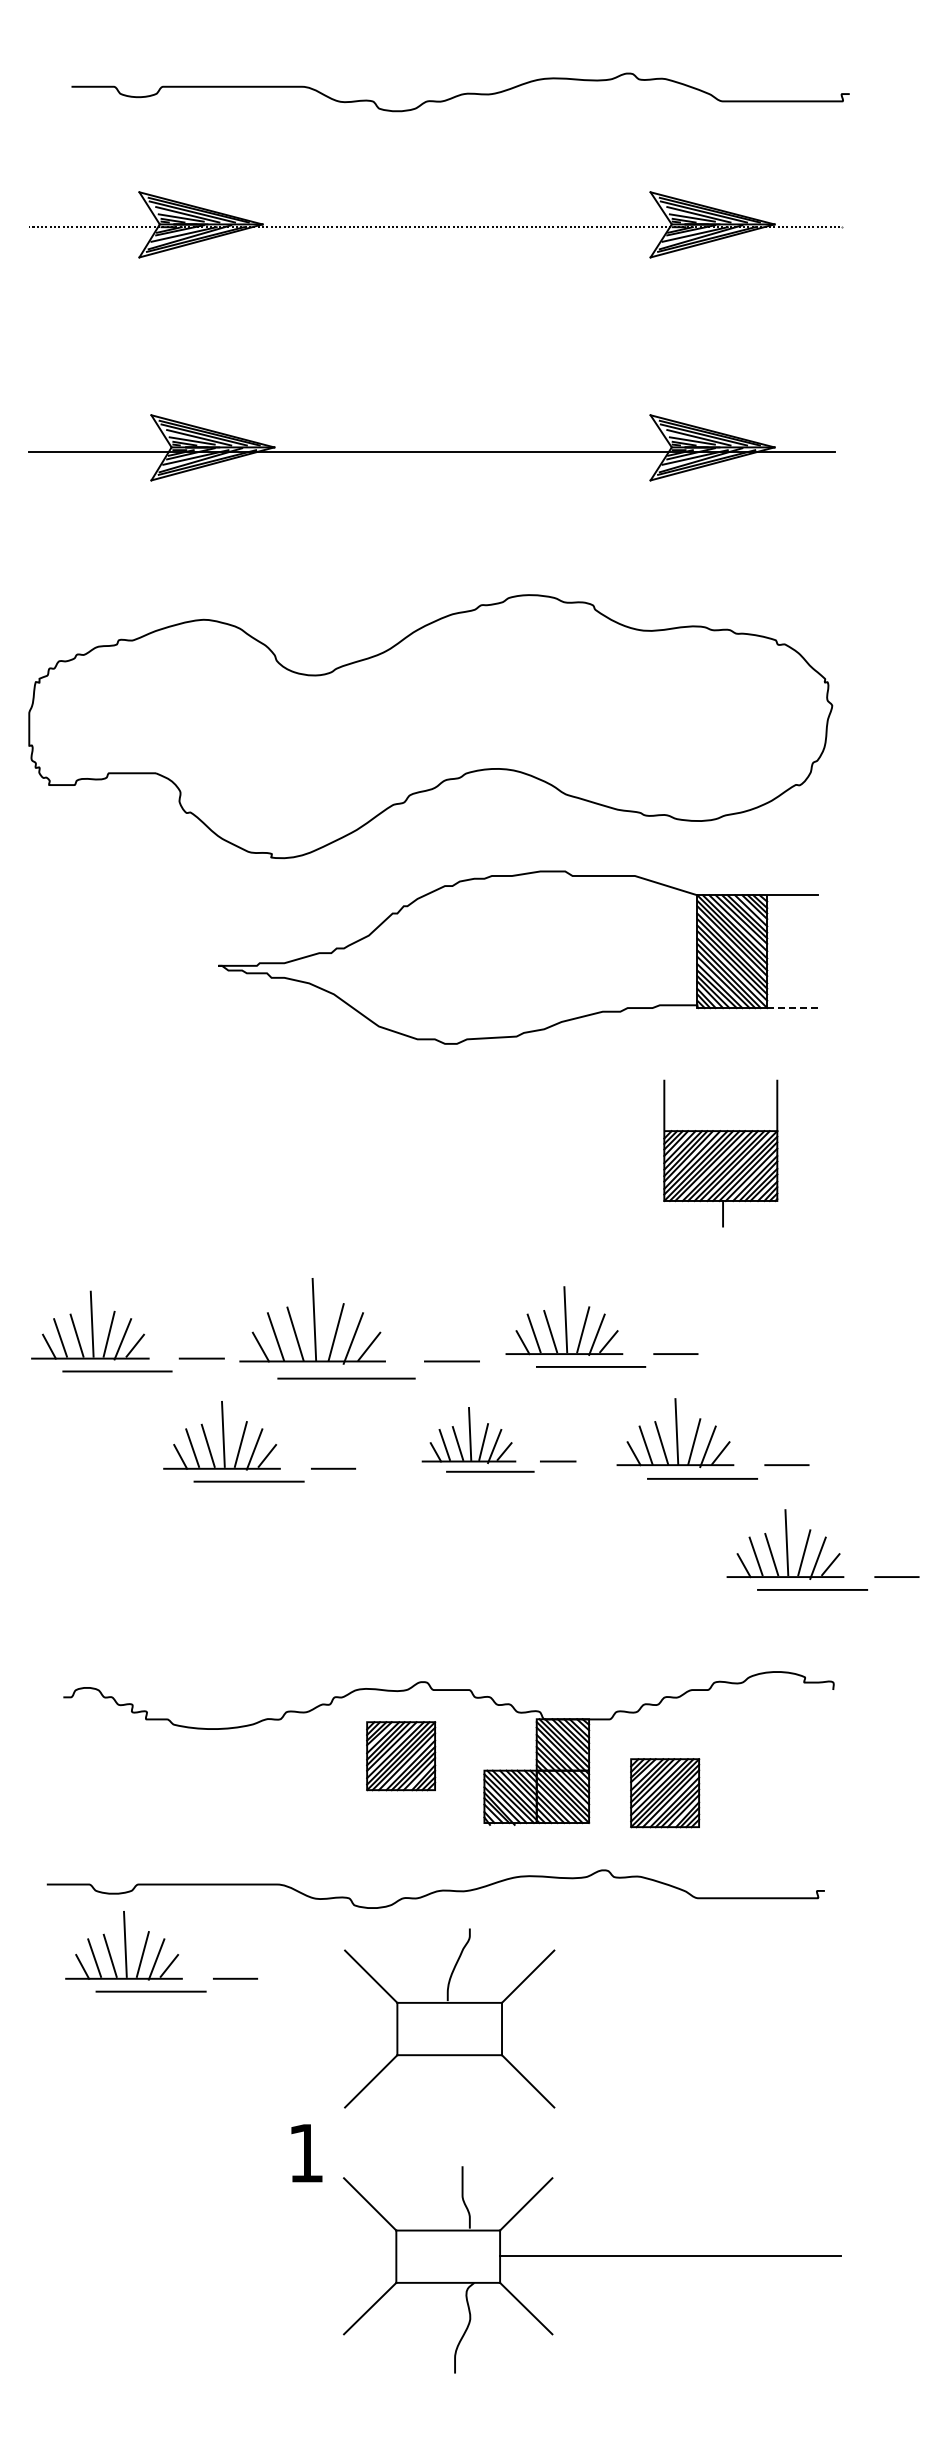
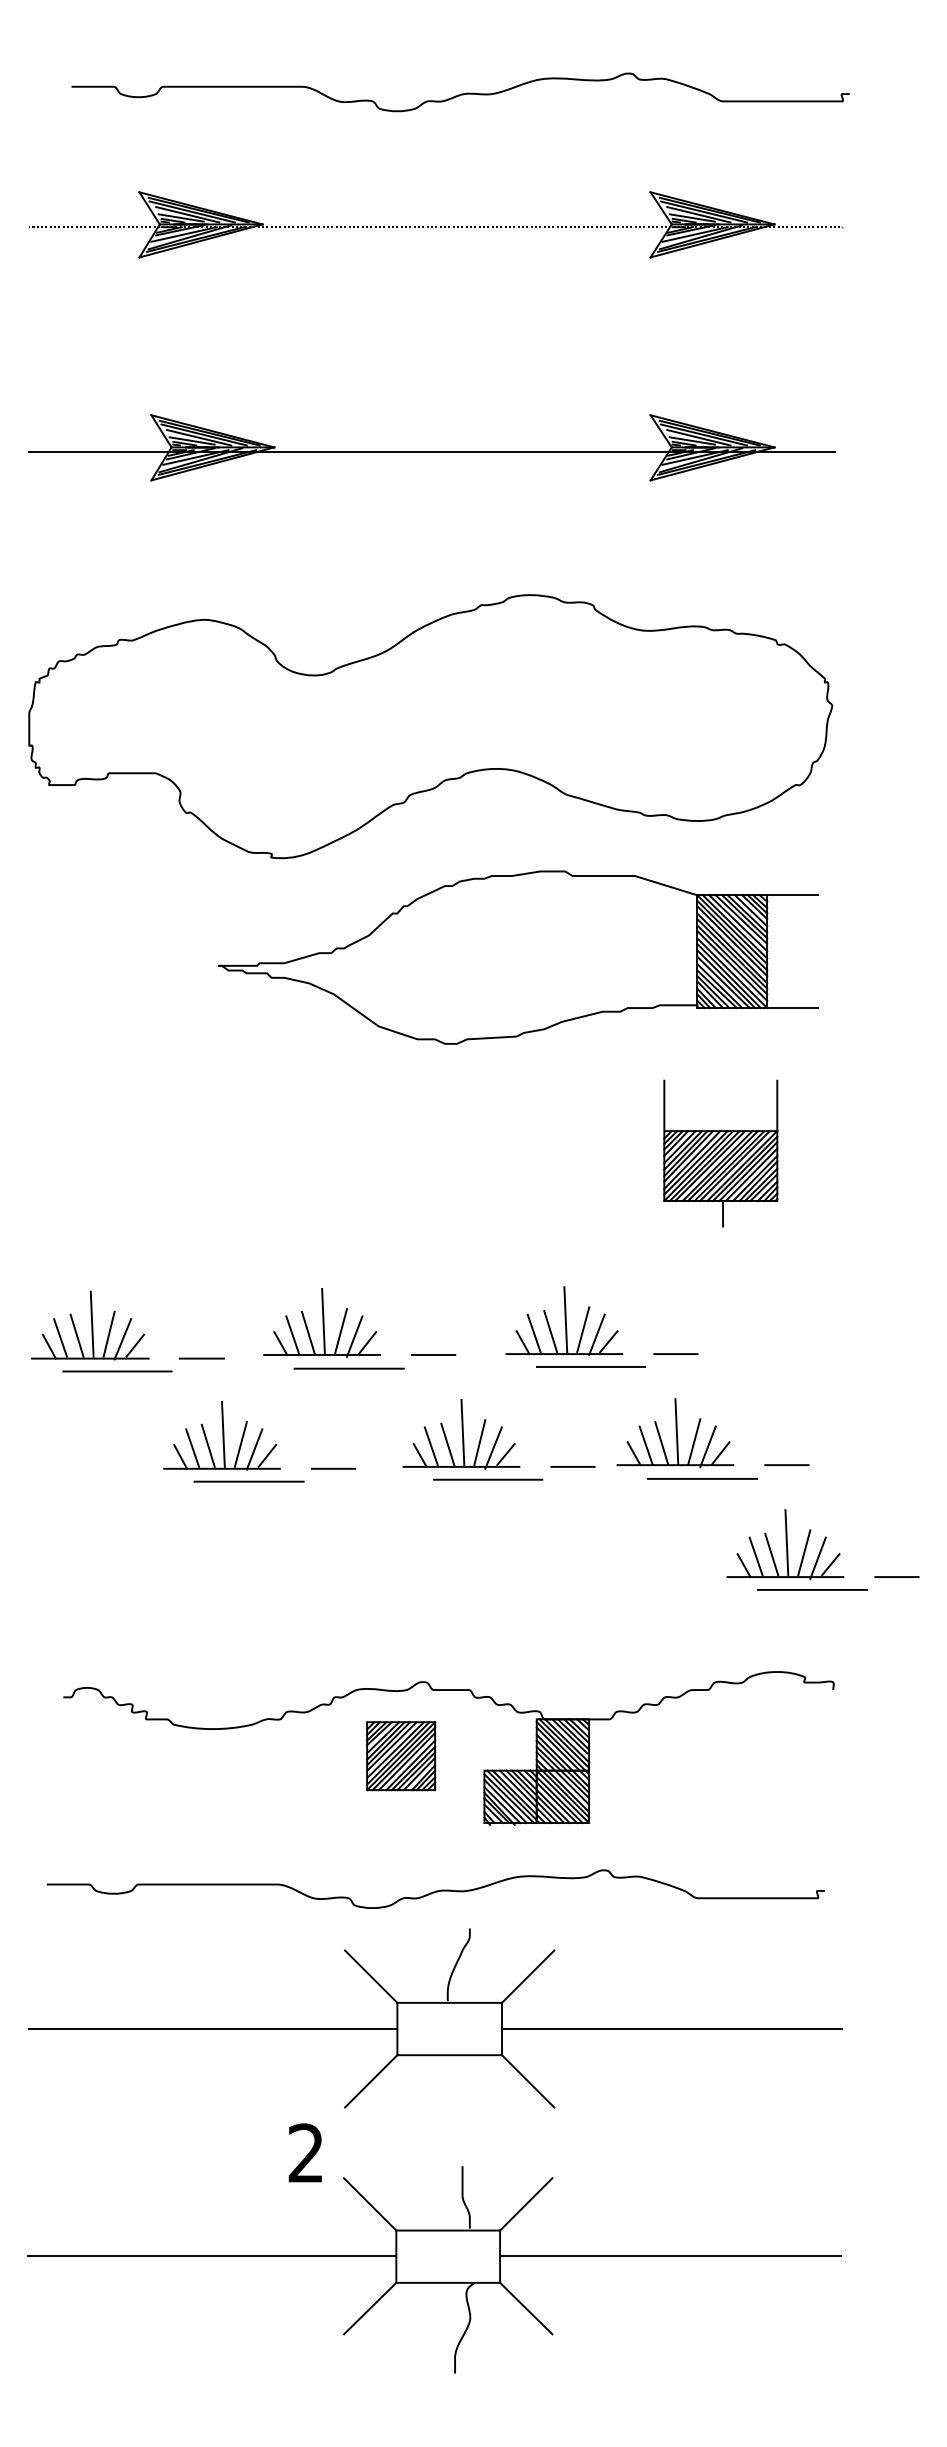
line at (792, 1008): dashed -> solid
part at (359, 1328) size: 241x102 px -> 194x82 px
part at (498, 1439) size: 156x66 px -> 194x82 px
part at (665, 1793): present -> none
part at (161, 1951): present -> none
line at (213, 2028): none -> present
line at (672, 2028): none -> present
text at (305, 2152): 1 -> 2
line at (212, 2256): none -> present
